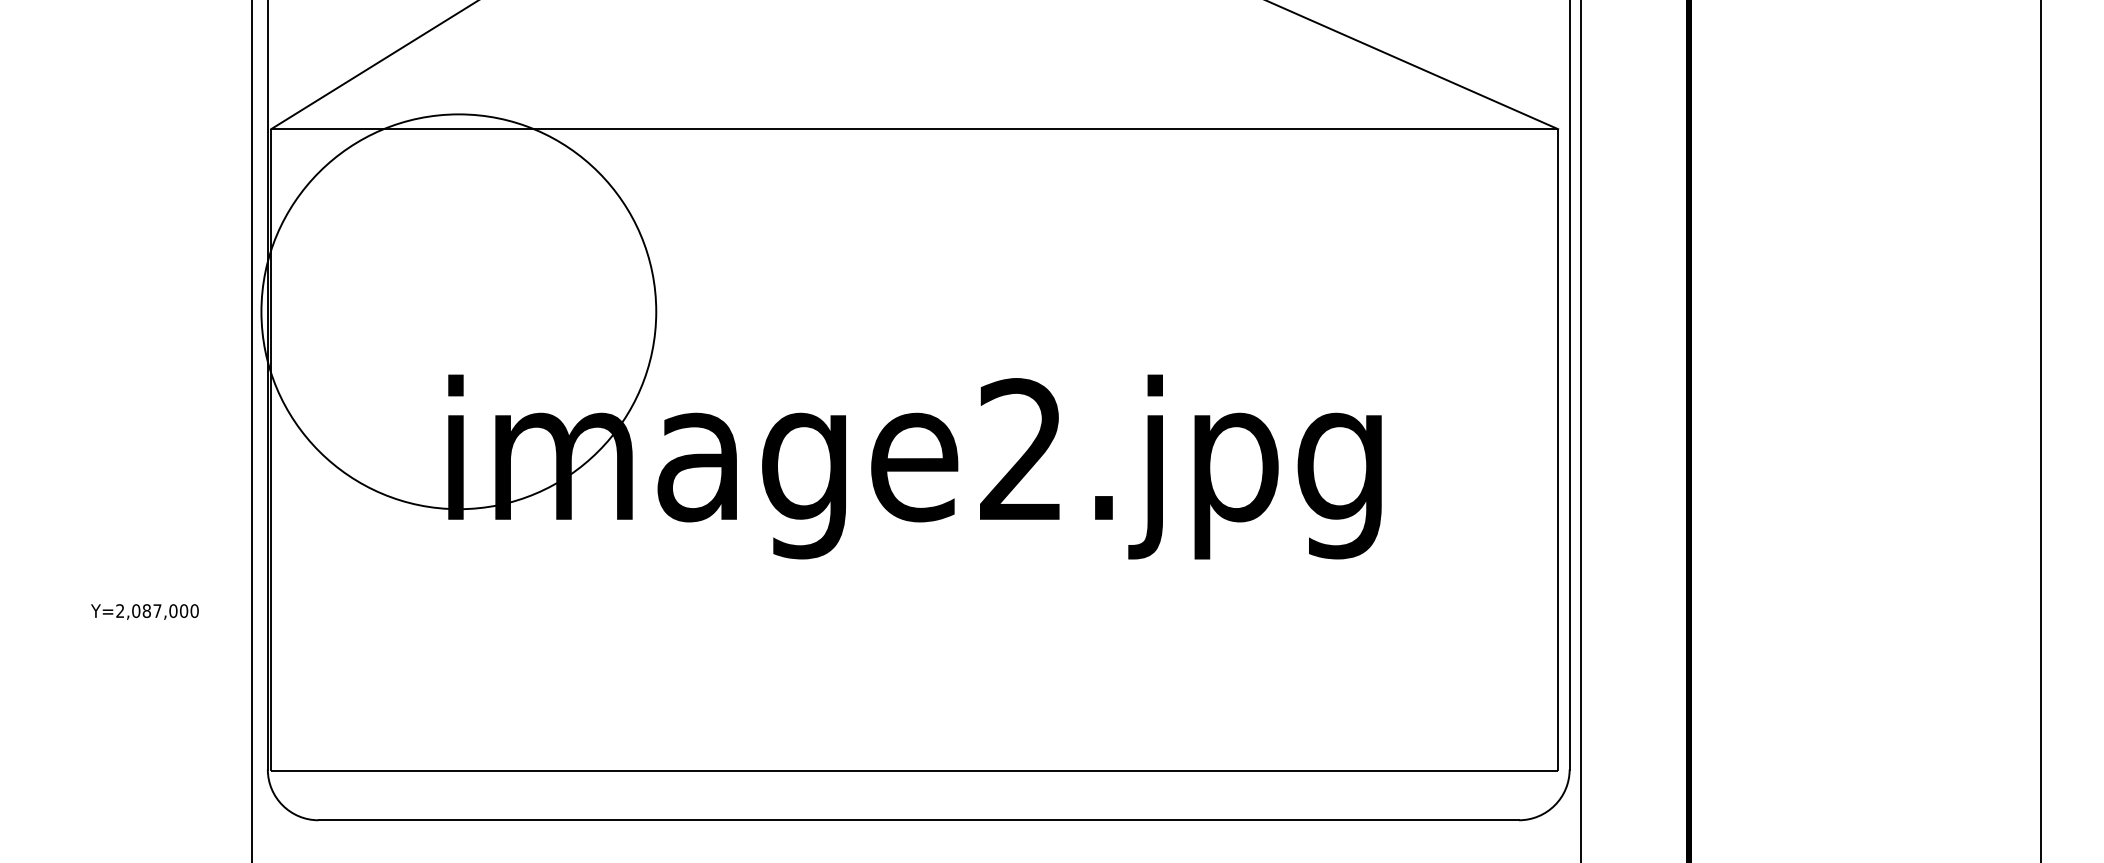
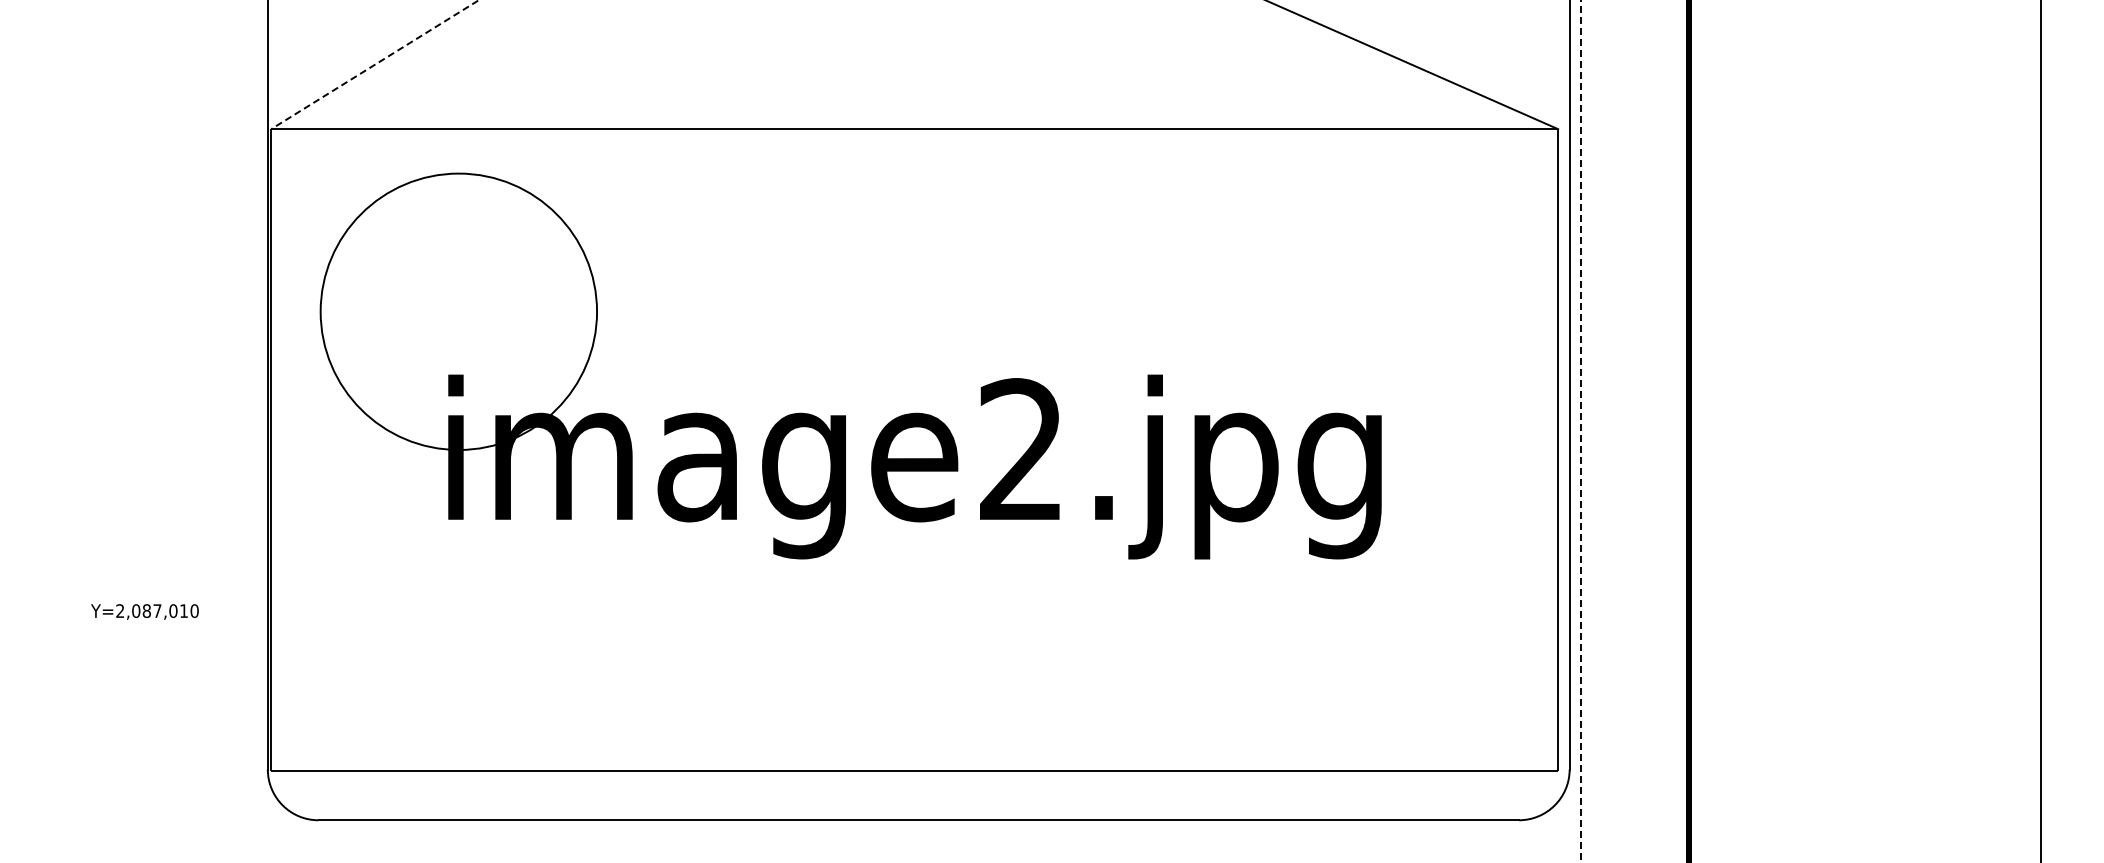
line at (374, 64): solid -> dashed
circle at (458, 311) diameter: 395 px -> 276 px
line at (251, 430): present -> none
line at (1581, 430): solid -> dashed
text at (183, 610): Y=2,087,000 -> Y=2,087,010
